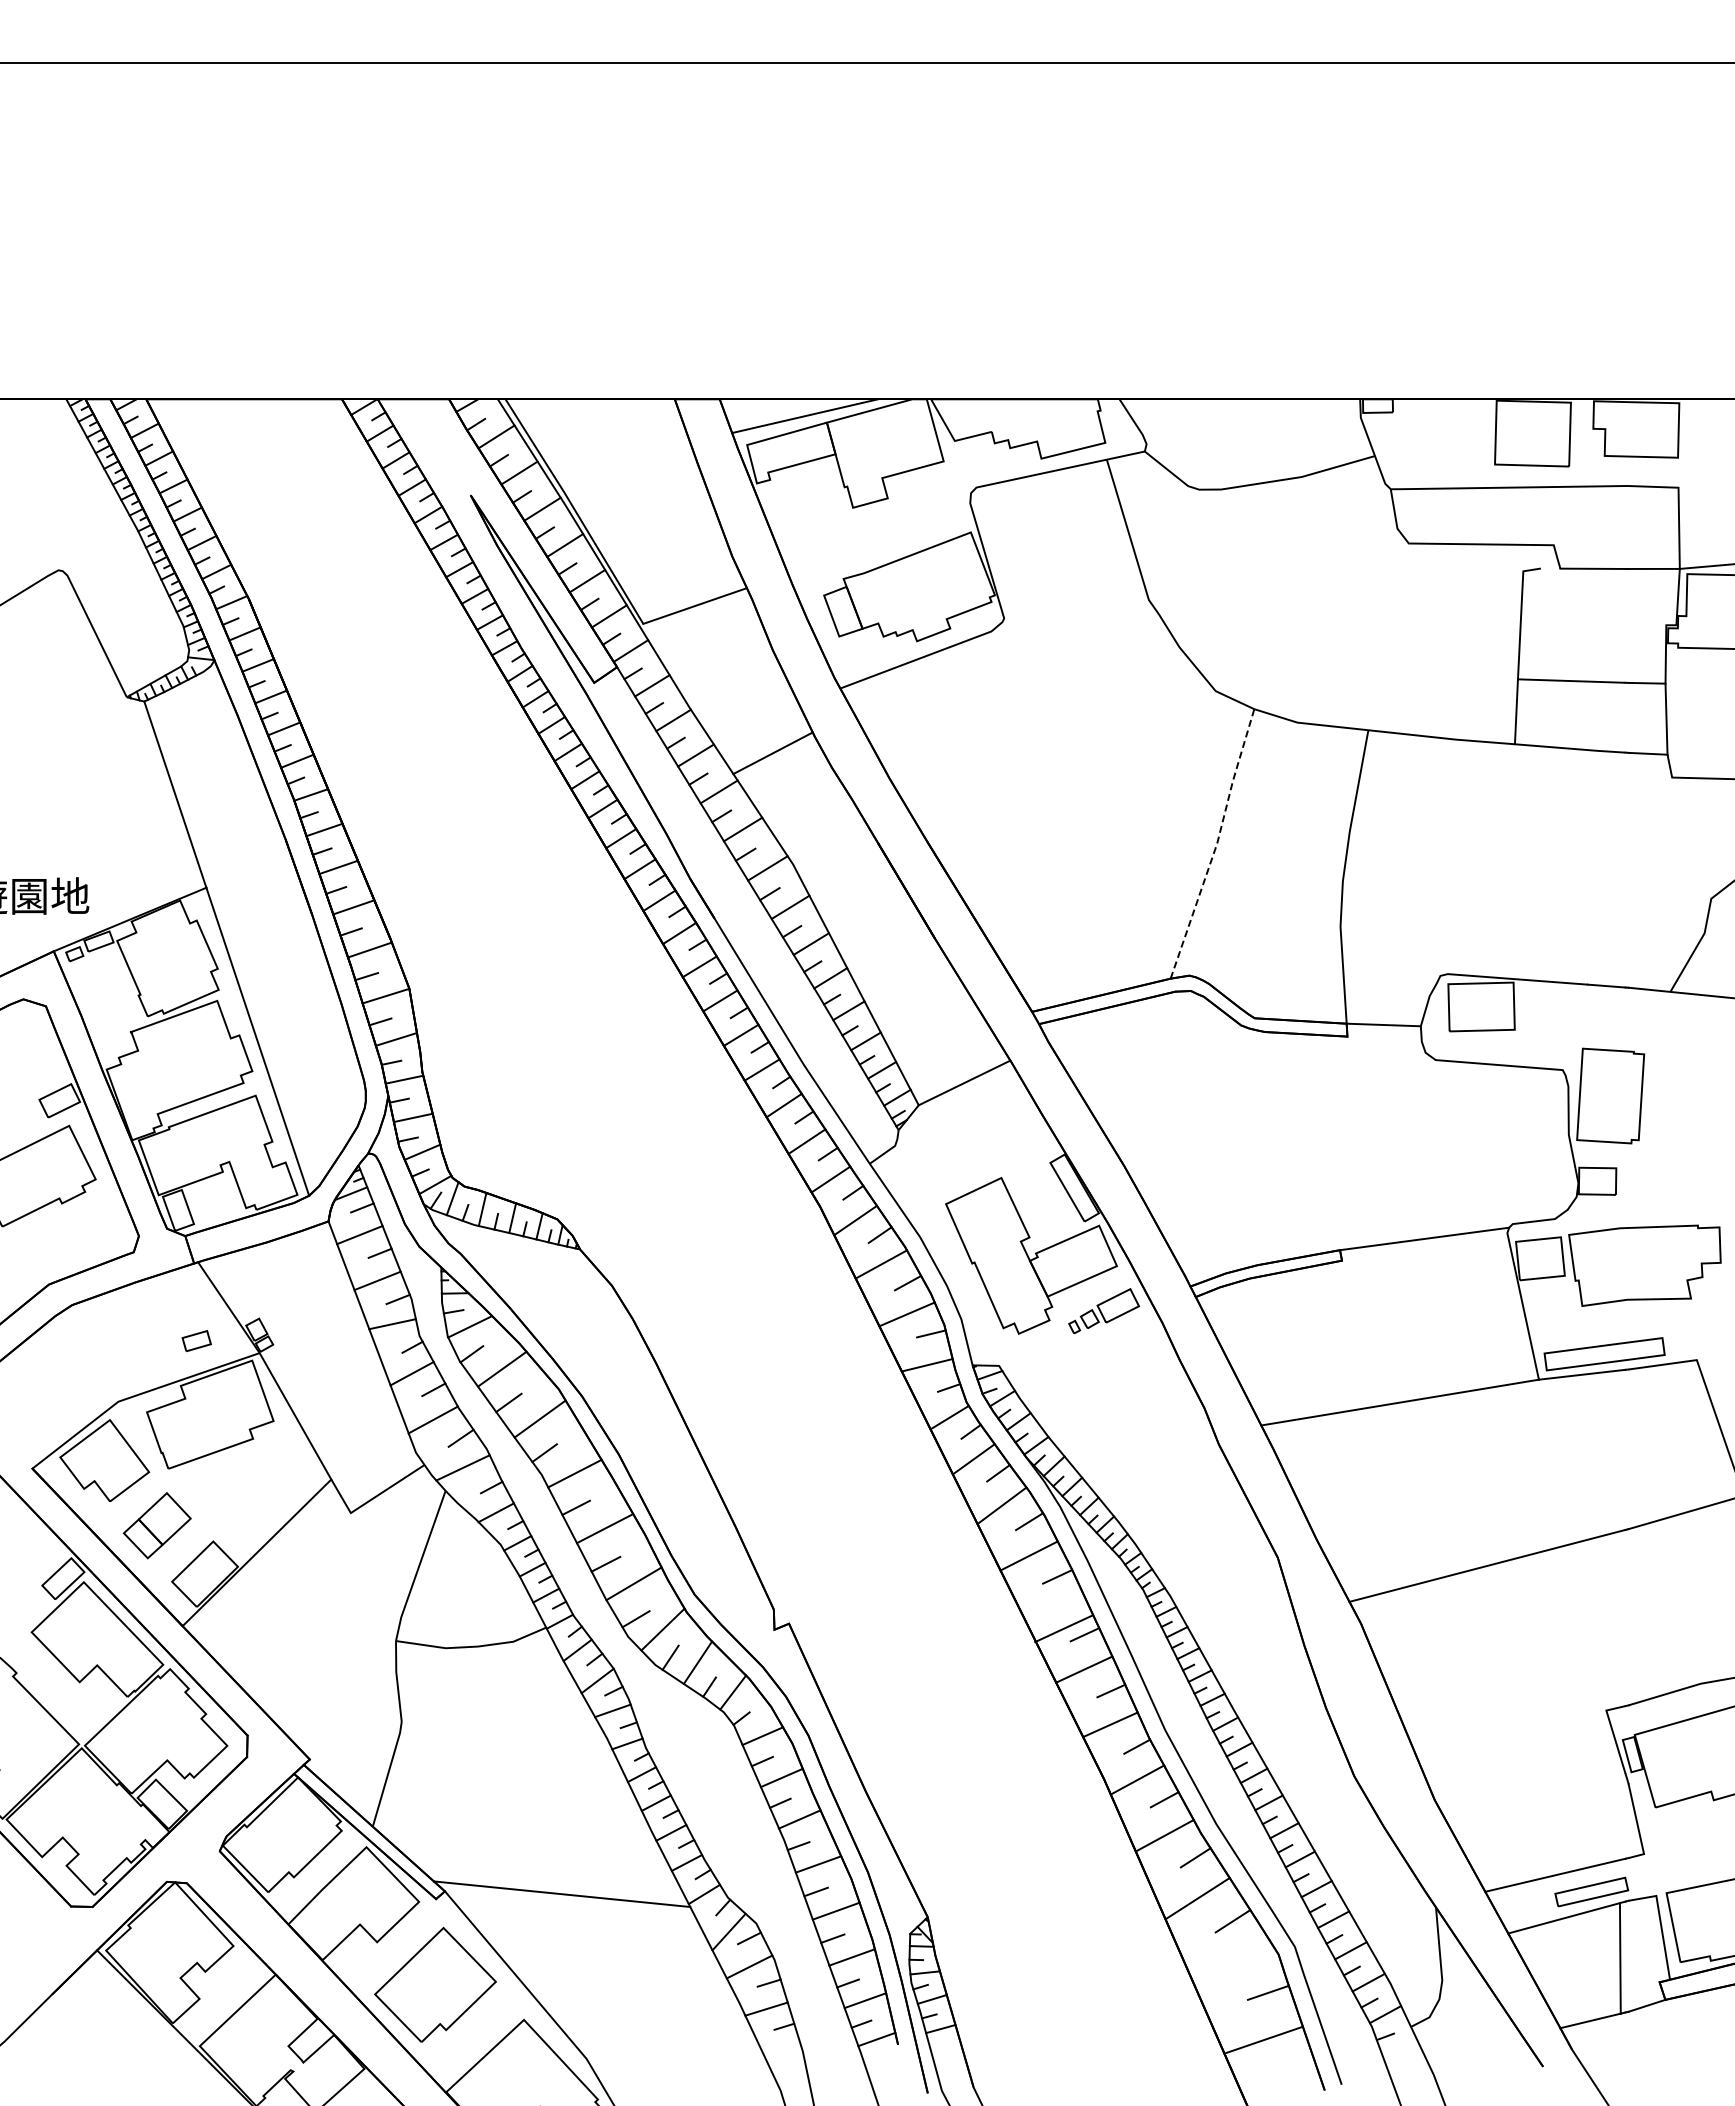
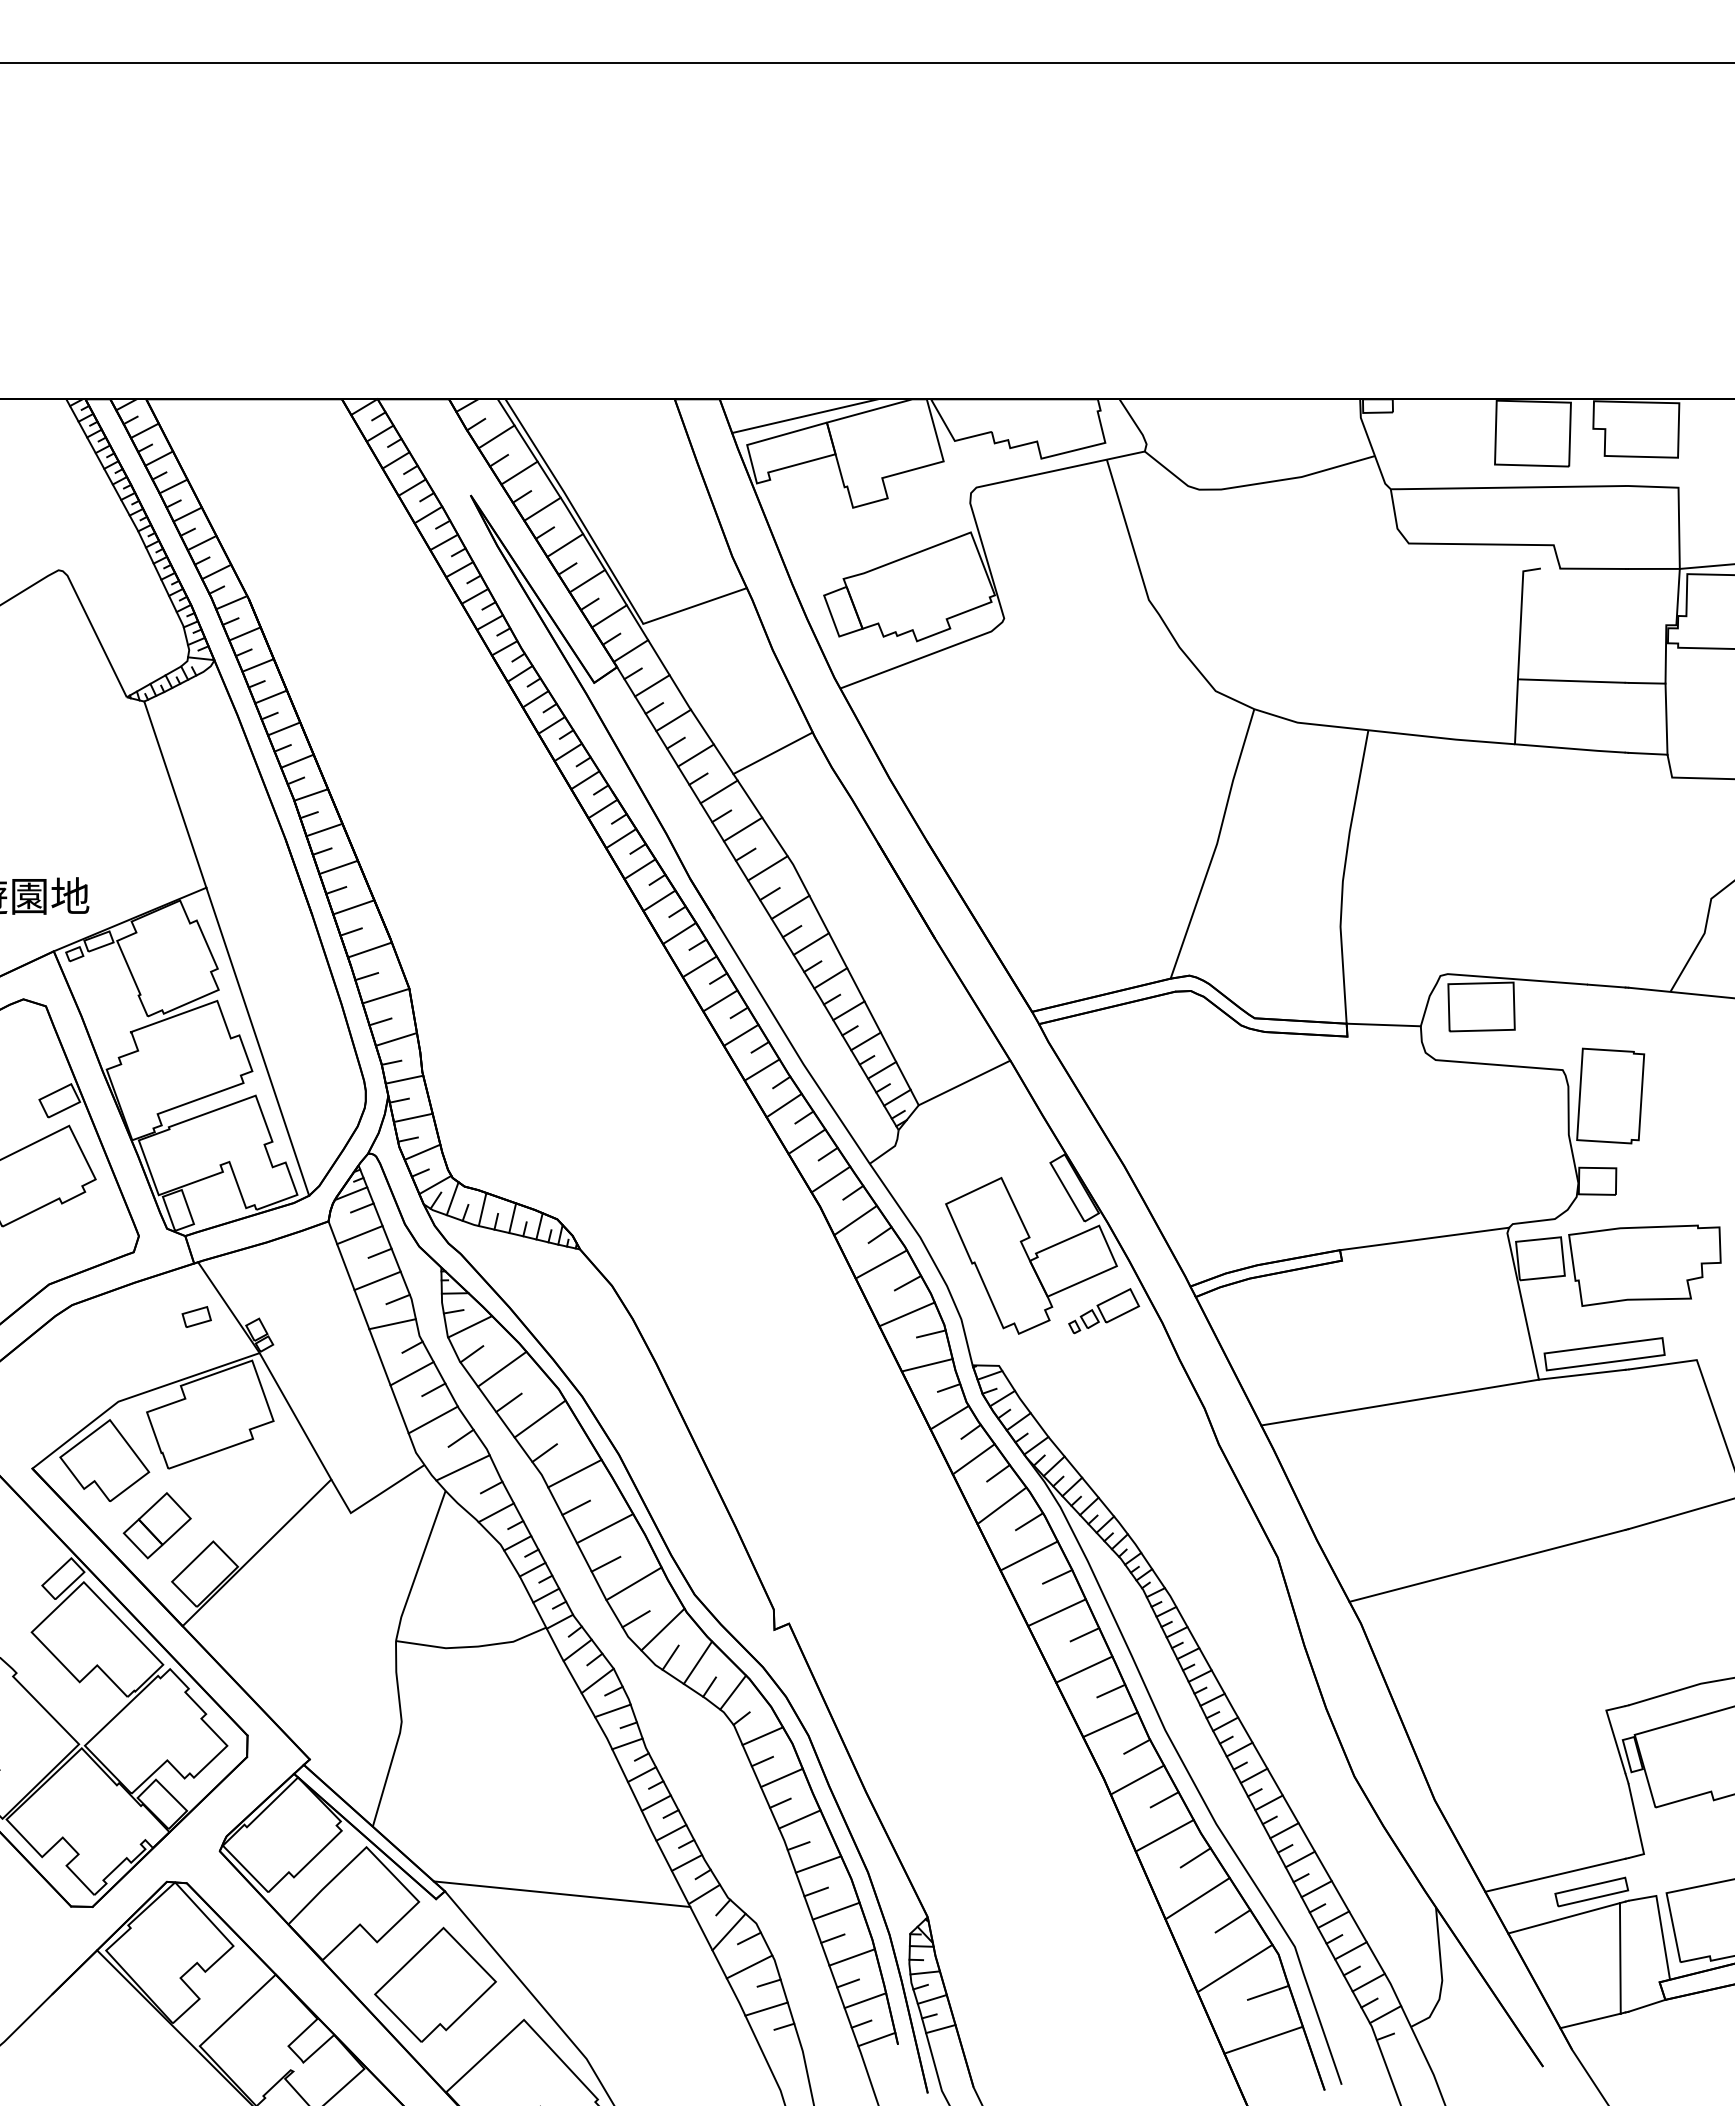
line at (1217, 843): dashed -> solid
part at (196, 1340) position: (196, 1340) -> (196, 1316)
line at (1063, 1628) position: (1063, 1628) -> (1056, 1612)
line at (1234, 1968): none -> present
